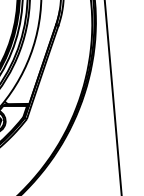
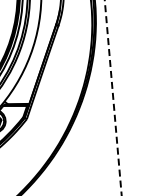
line at (113, 97): solid -> dashed
